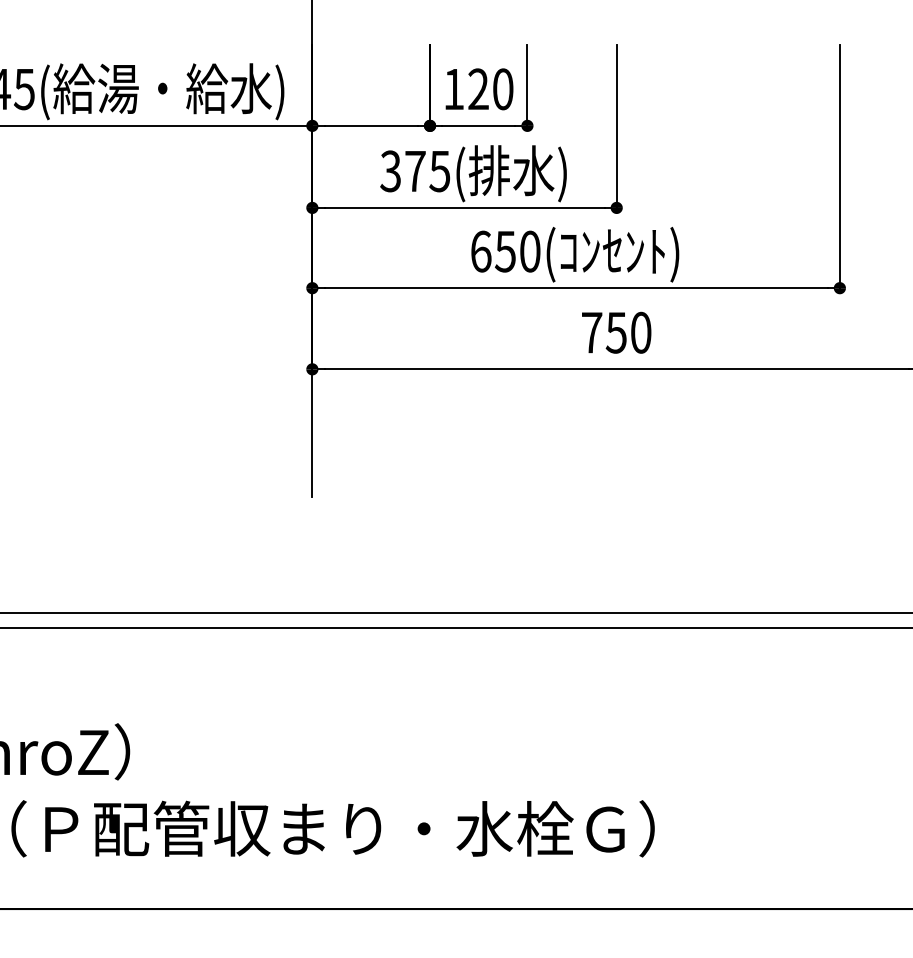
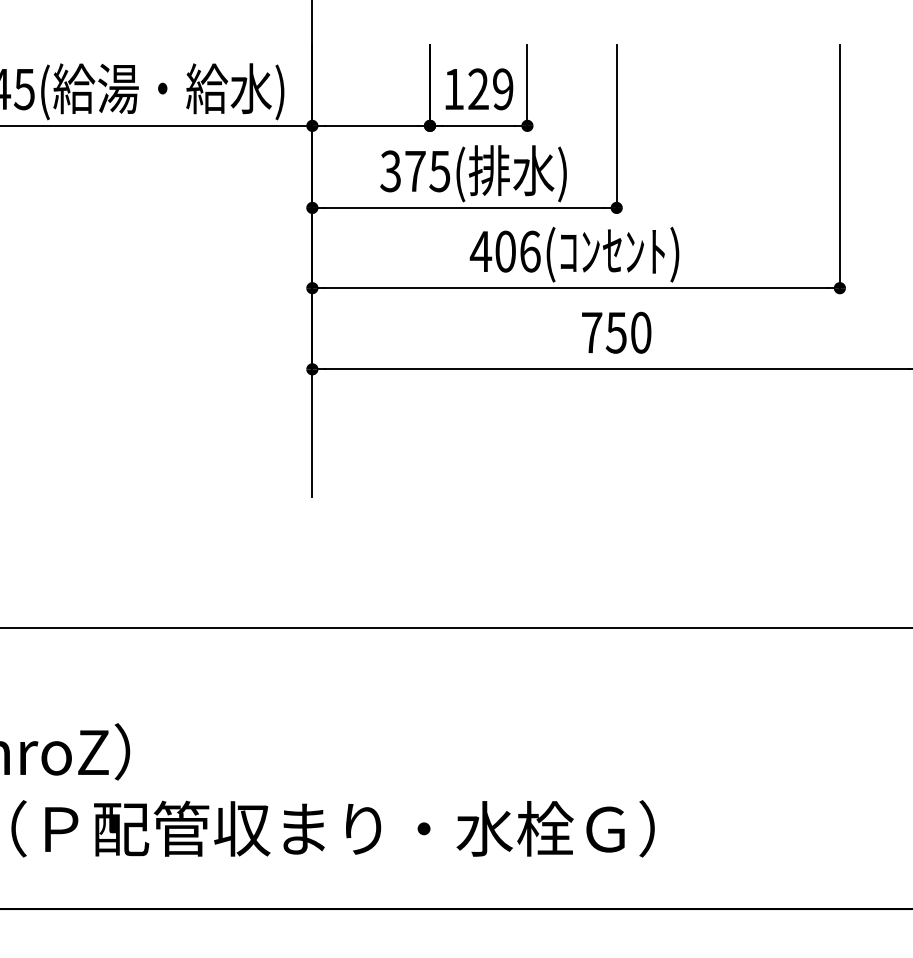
text at (503, 89): 120 -> 129
text at (504, 251): 650( -> 406(
line at (455, 612): present -> none
